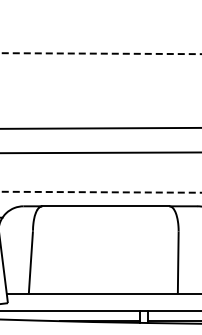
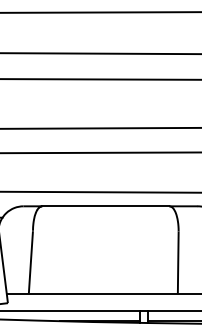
line at (100, 12): none -> present
line at (100, 53): dashed -> solid
line at (100, 79): none -> present
line at (101, 192): dashed -> solid
